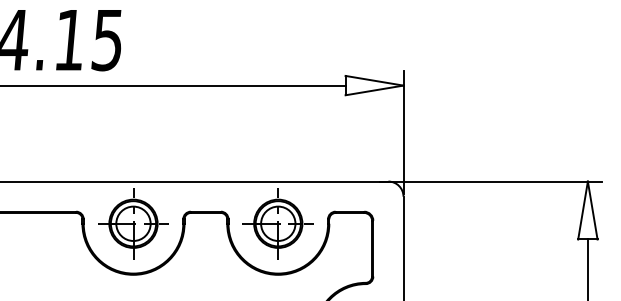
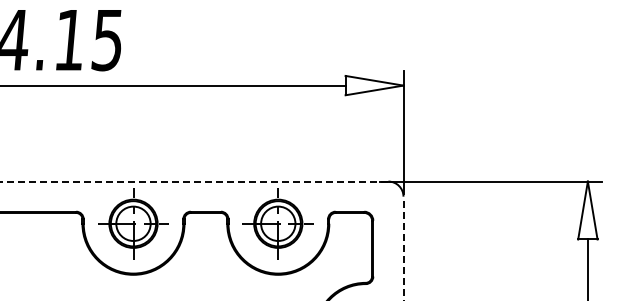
line at (194, 181): solid -> dashed
line at (403, 248): solid -> dashed
